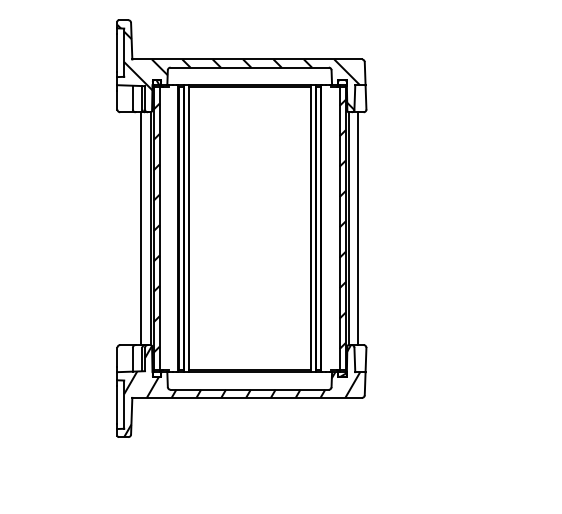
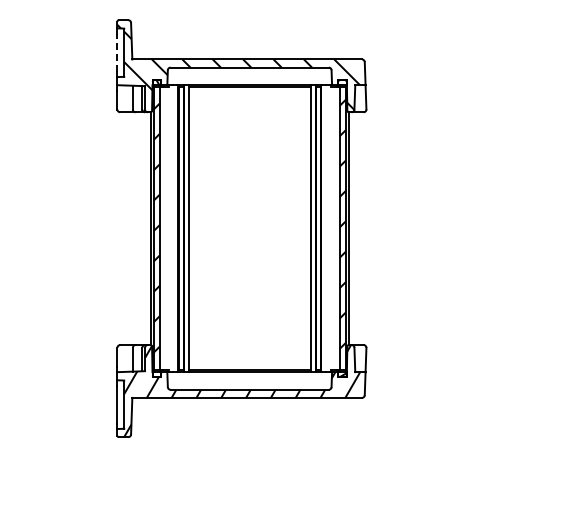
line at (117, 52): solid -> dashed
line at (141, 228): present -> none
line at (357, 228): present -> none
